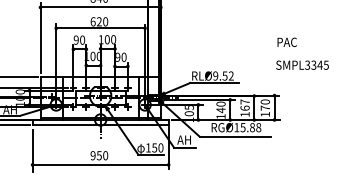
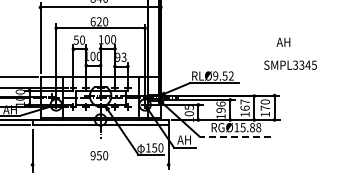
text at (75, 39): 90 -> 50
text at (286, 42): PAC -> AH
text at (123, 57): 90 -> 93
text at (302, 64) position: (302, 64) -> (290, 64)
text at (220, 107): 140 -> 196
line at (235, 136): solid -> dashed
line at (100, 164): present -> none
